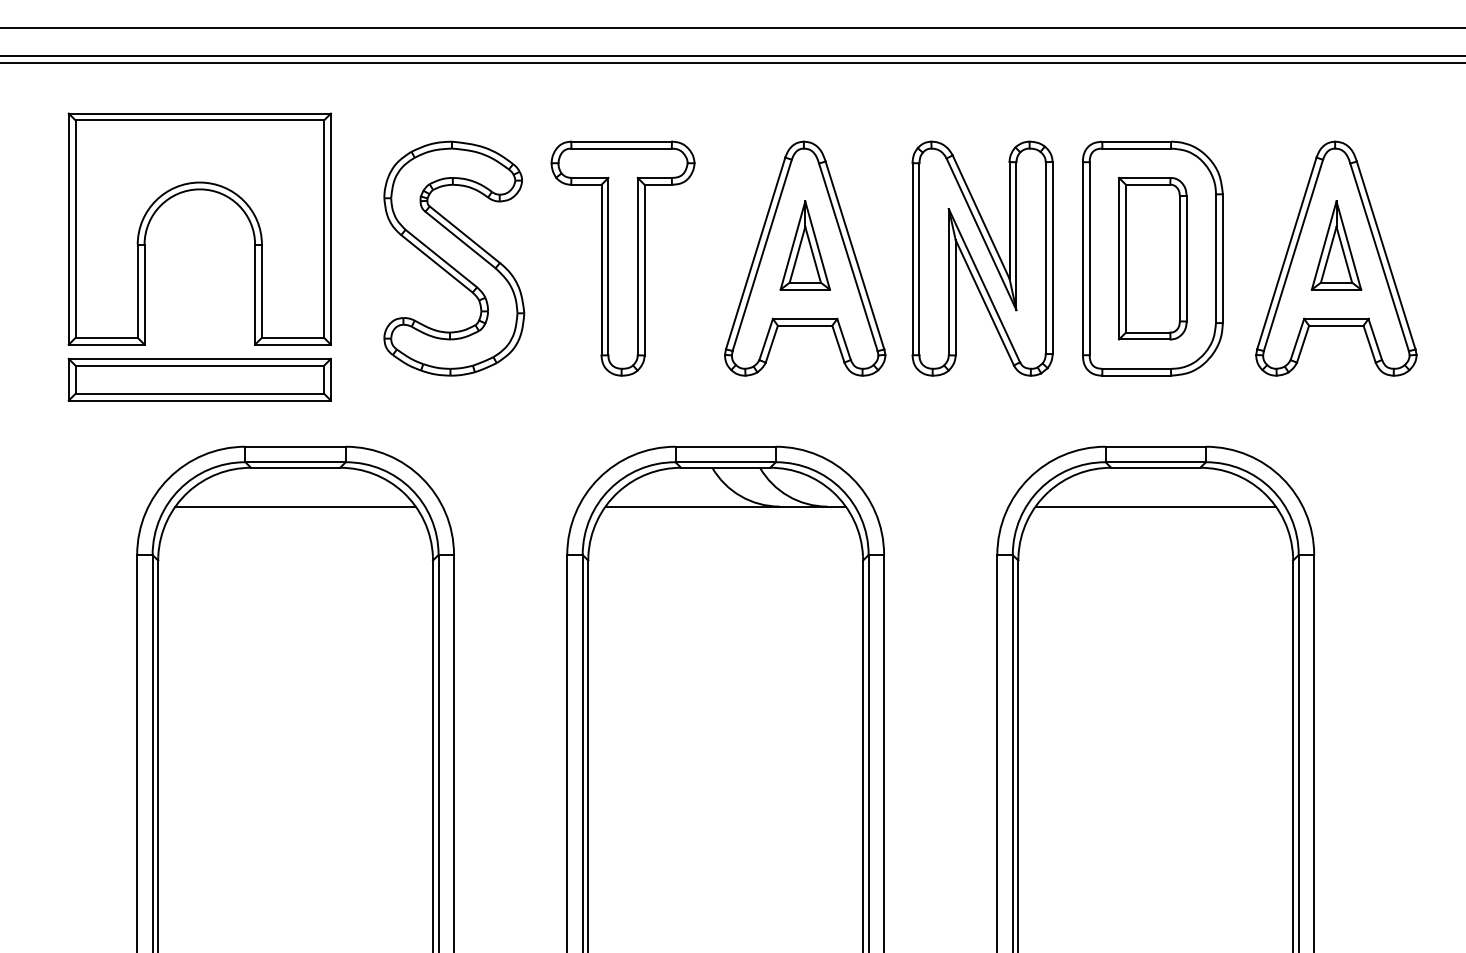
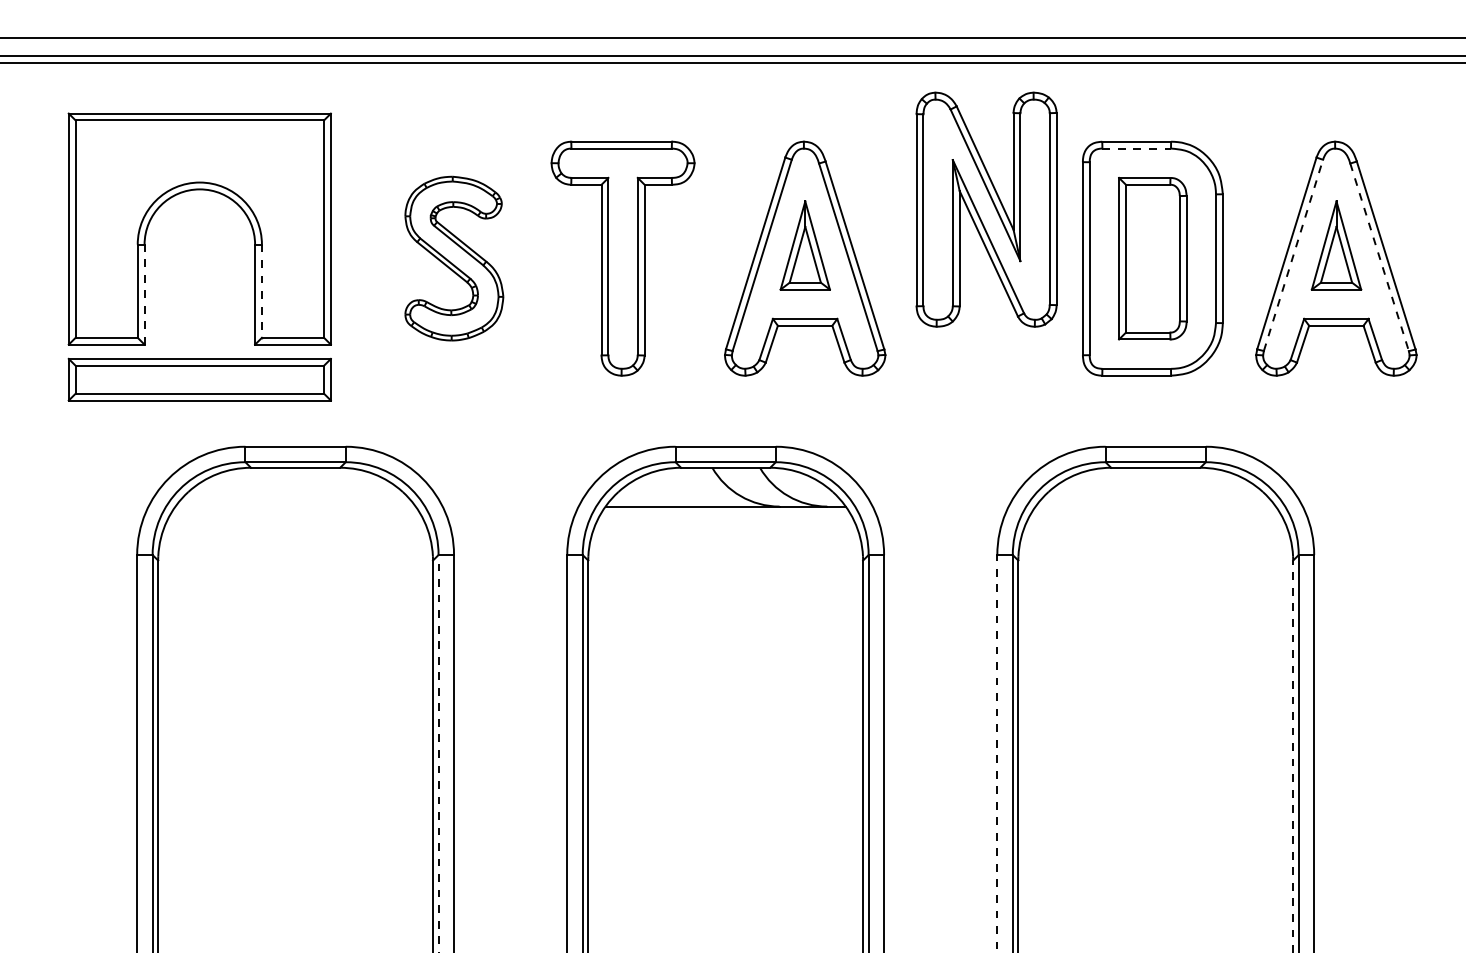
line at (732, 28) position: (732, 28) -> (732, 38)
line at (1137, 148): solid -> dashed
line at (1293, 254): solid -> dashed
line at (1379, 257): solid -> dashed
part at (454, 258) size: 143x237 px -> 101x167 px
part at (982, 258) position: (982, 258) -> (986, 209)
line at (261, 291): solid -> dashed
line at (144, 294): solid -> dashed
line at (295, 506): present -> none
line at (1155, 506): present -> none
line at (438, 753): solid -> dashed
line at (997, 753): solid -> dashed
line at (1293, 756): solid -> dashed
